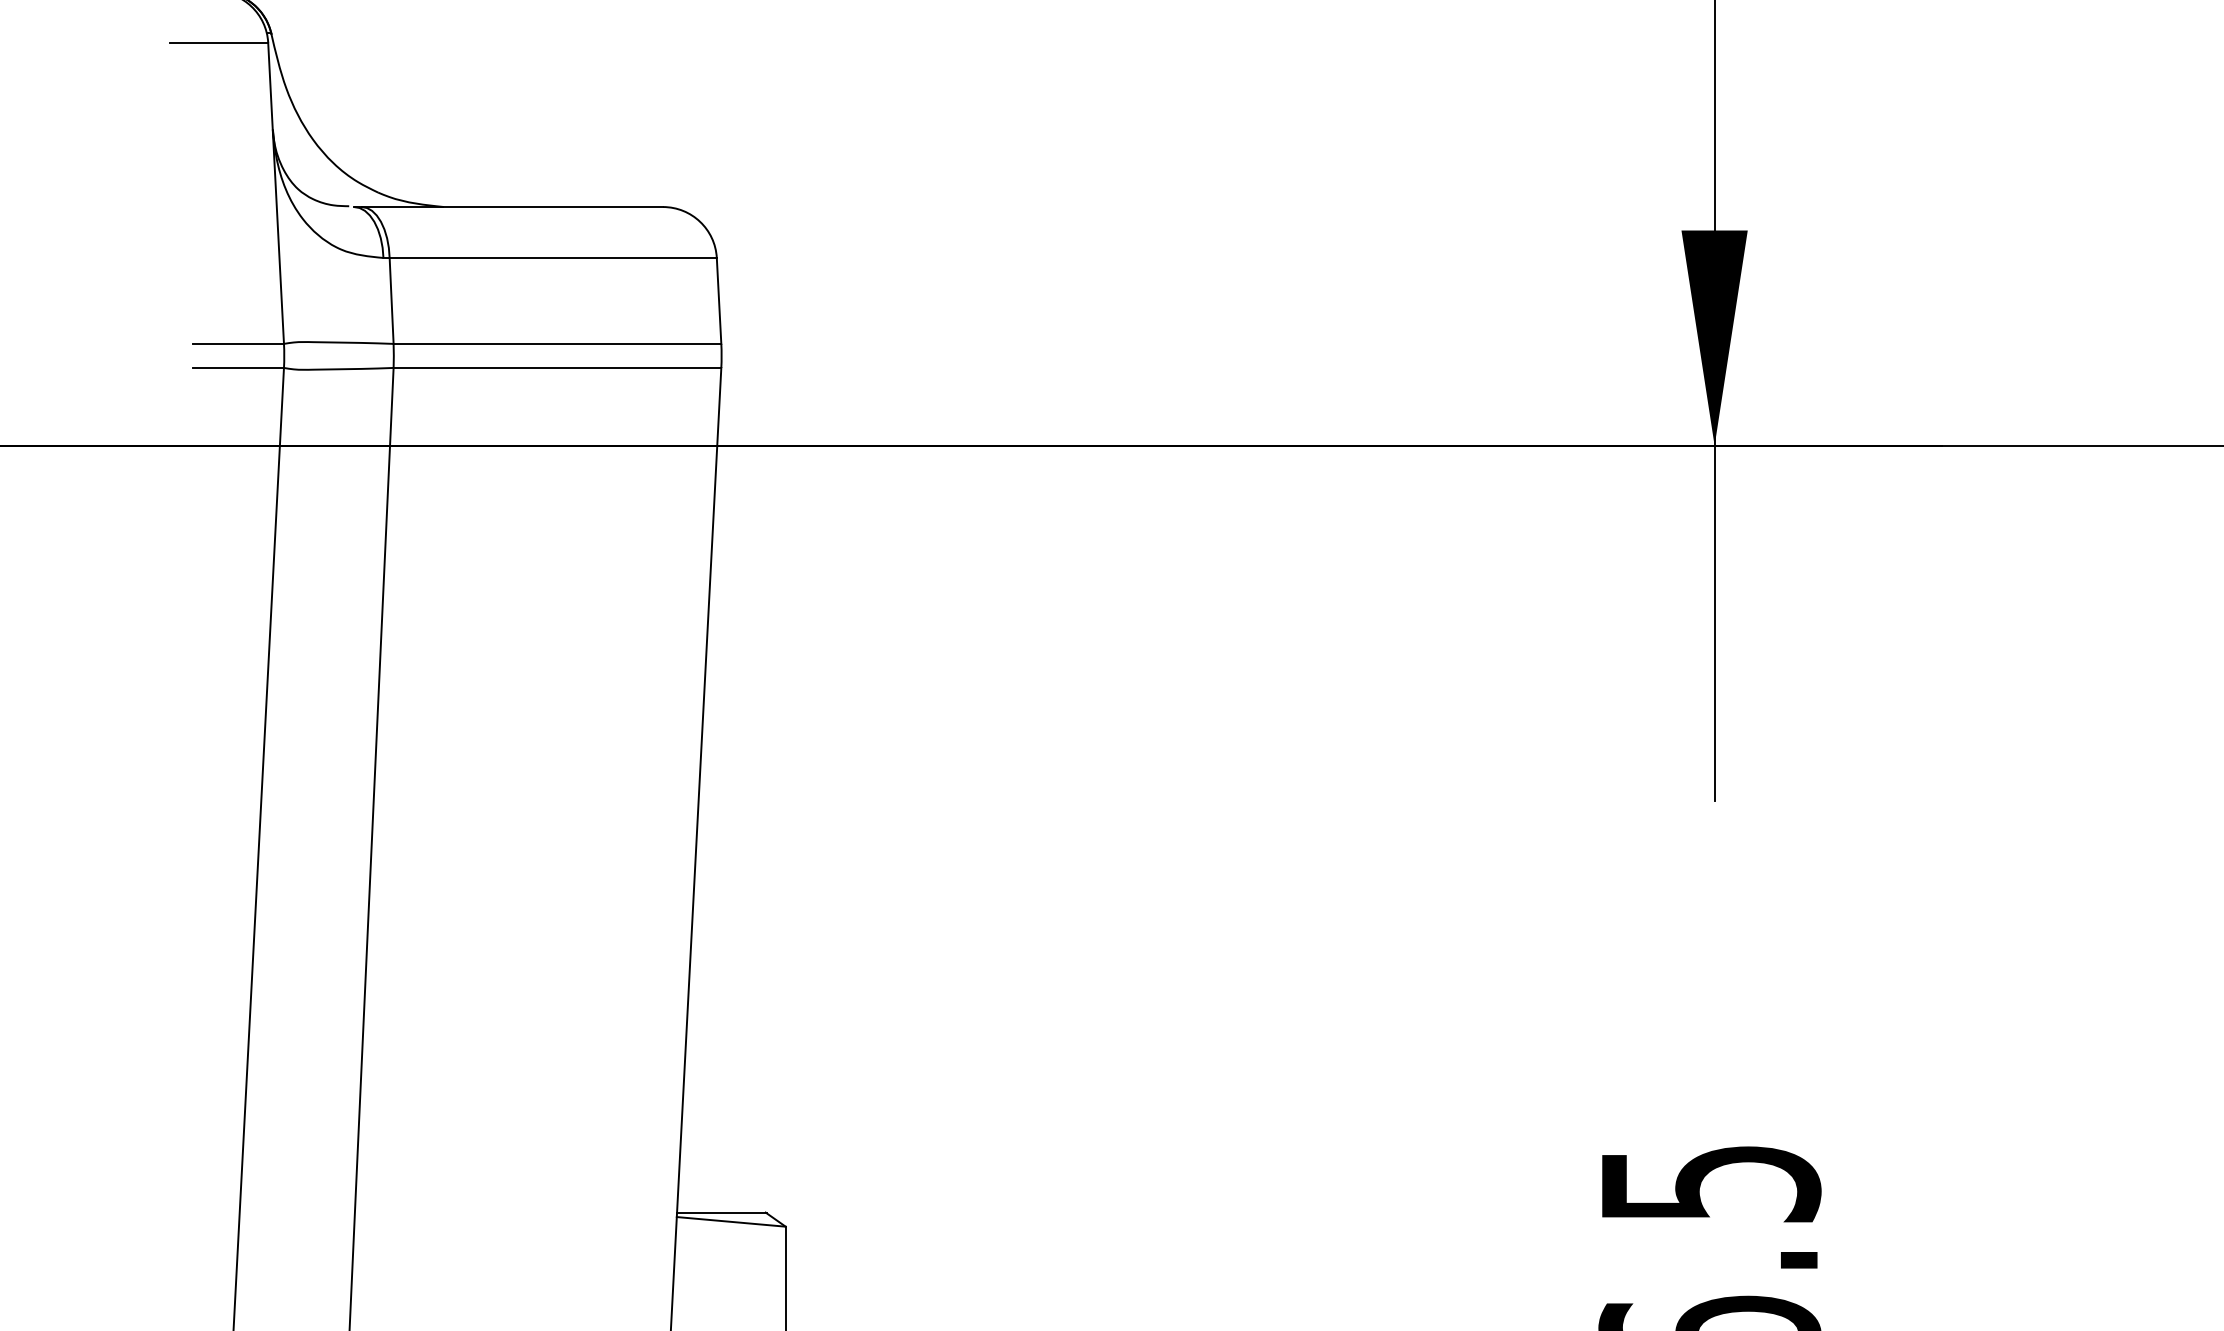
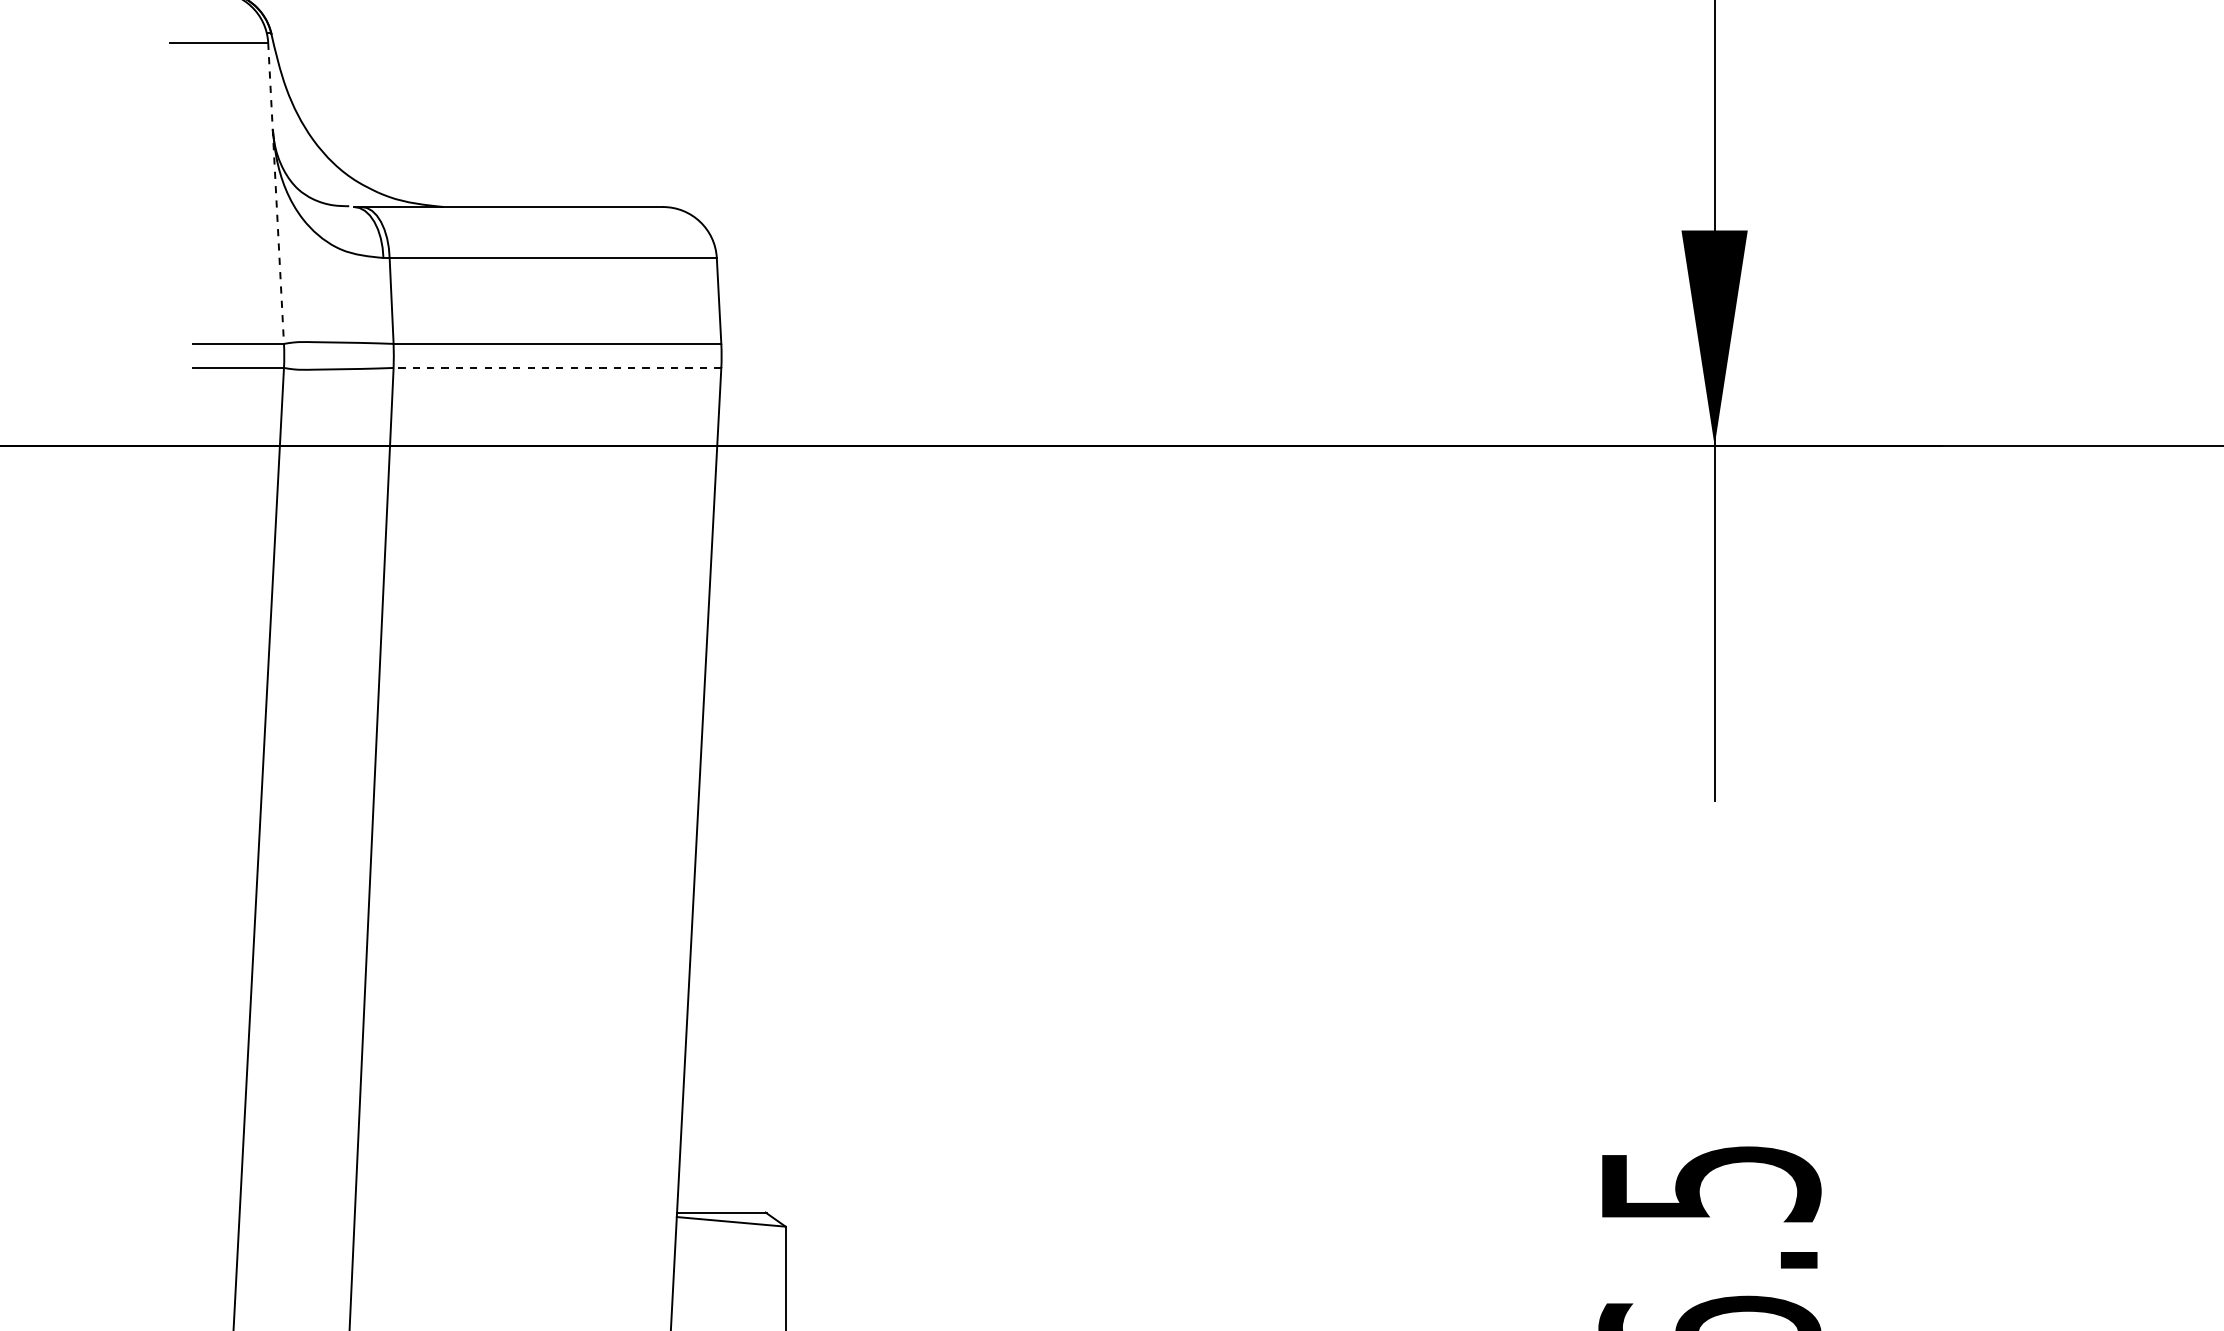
line at (276, 193): solid -> dashed
line at (557, 367): solid -> dashed
